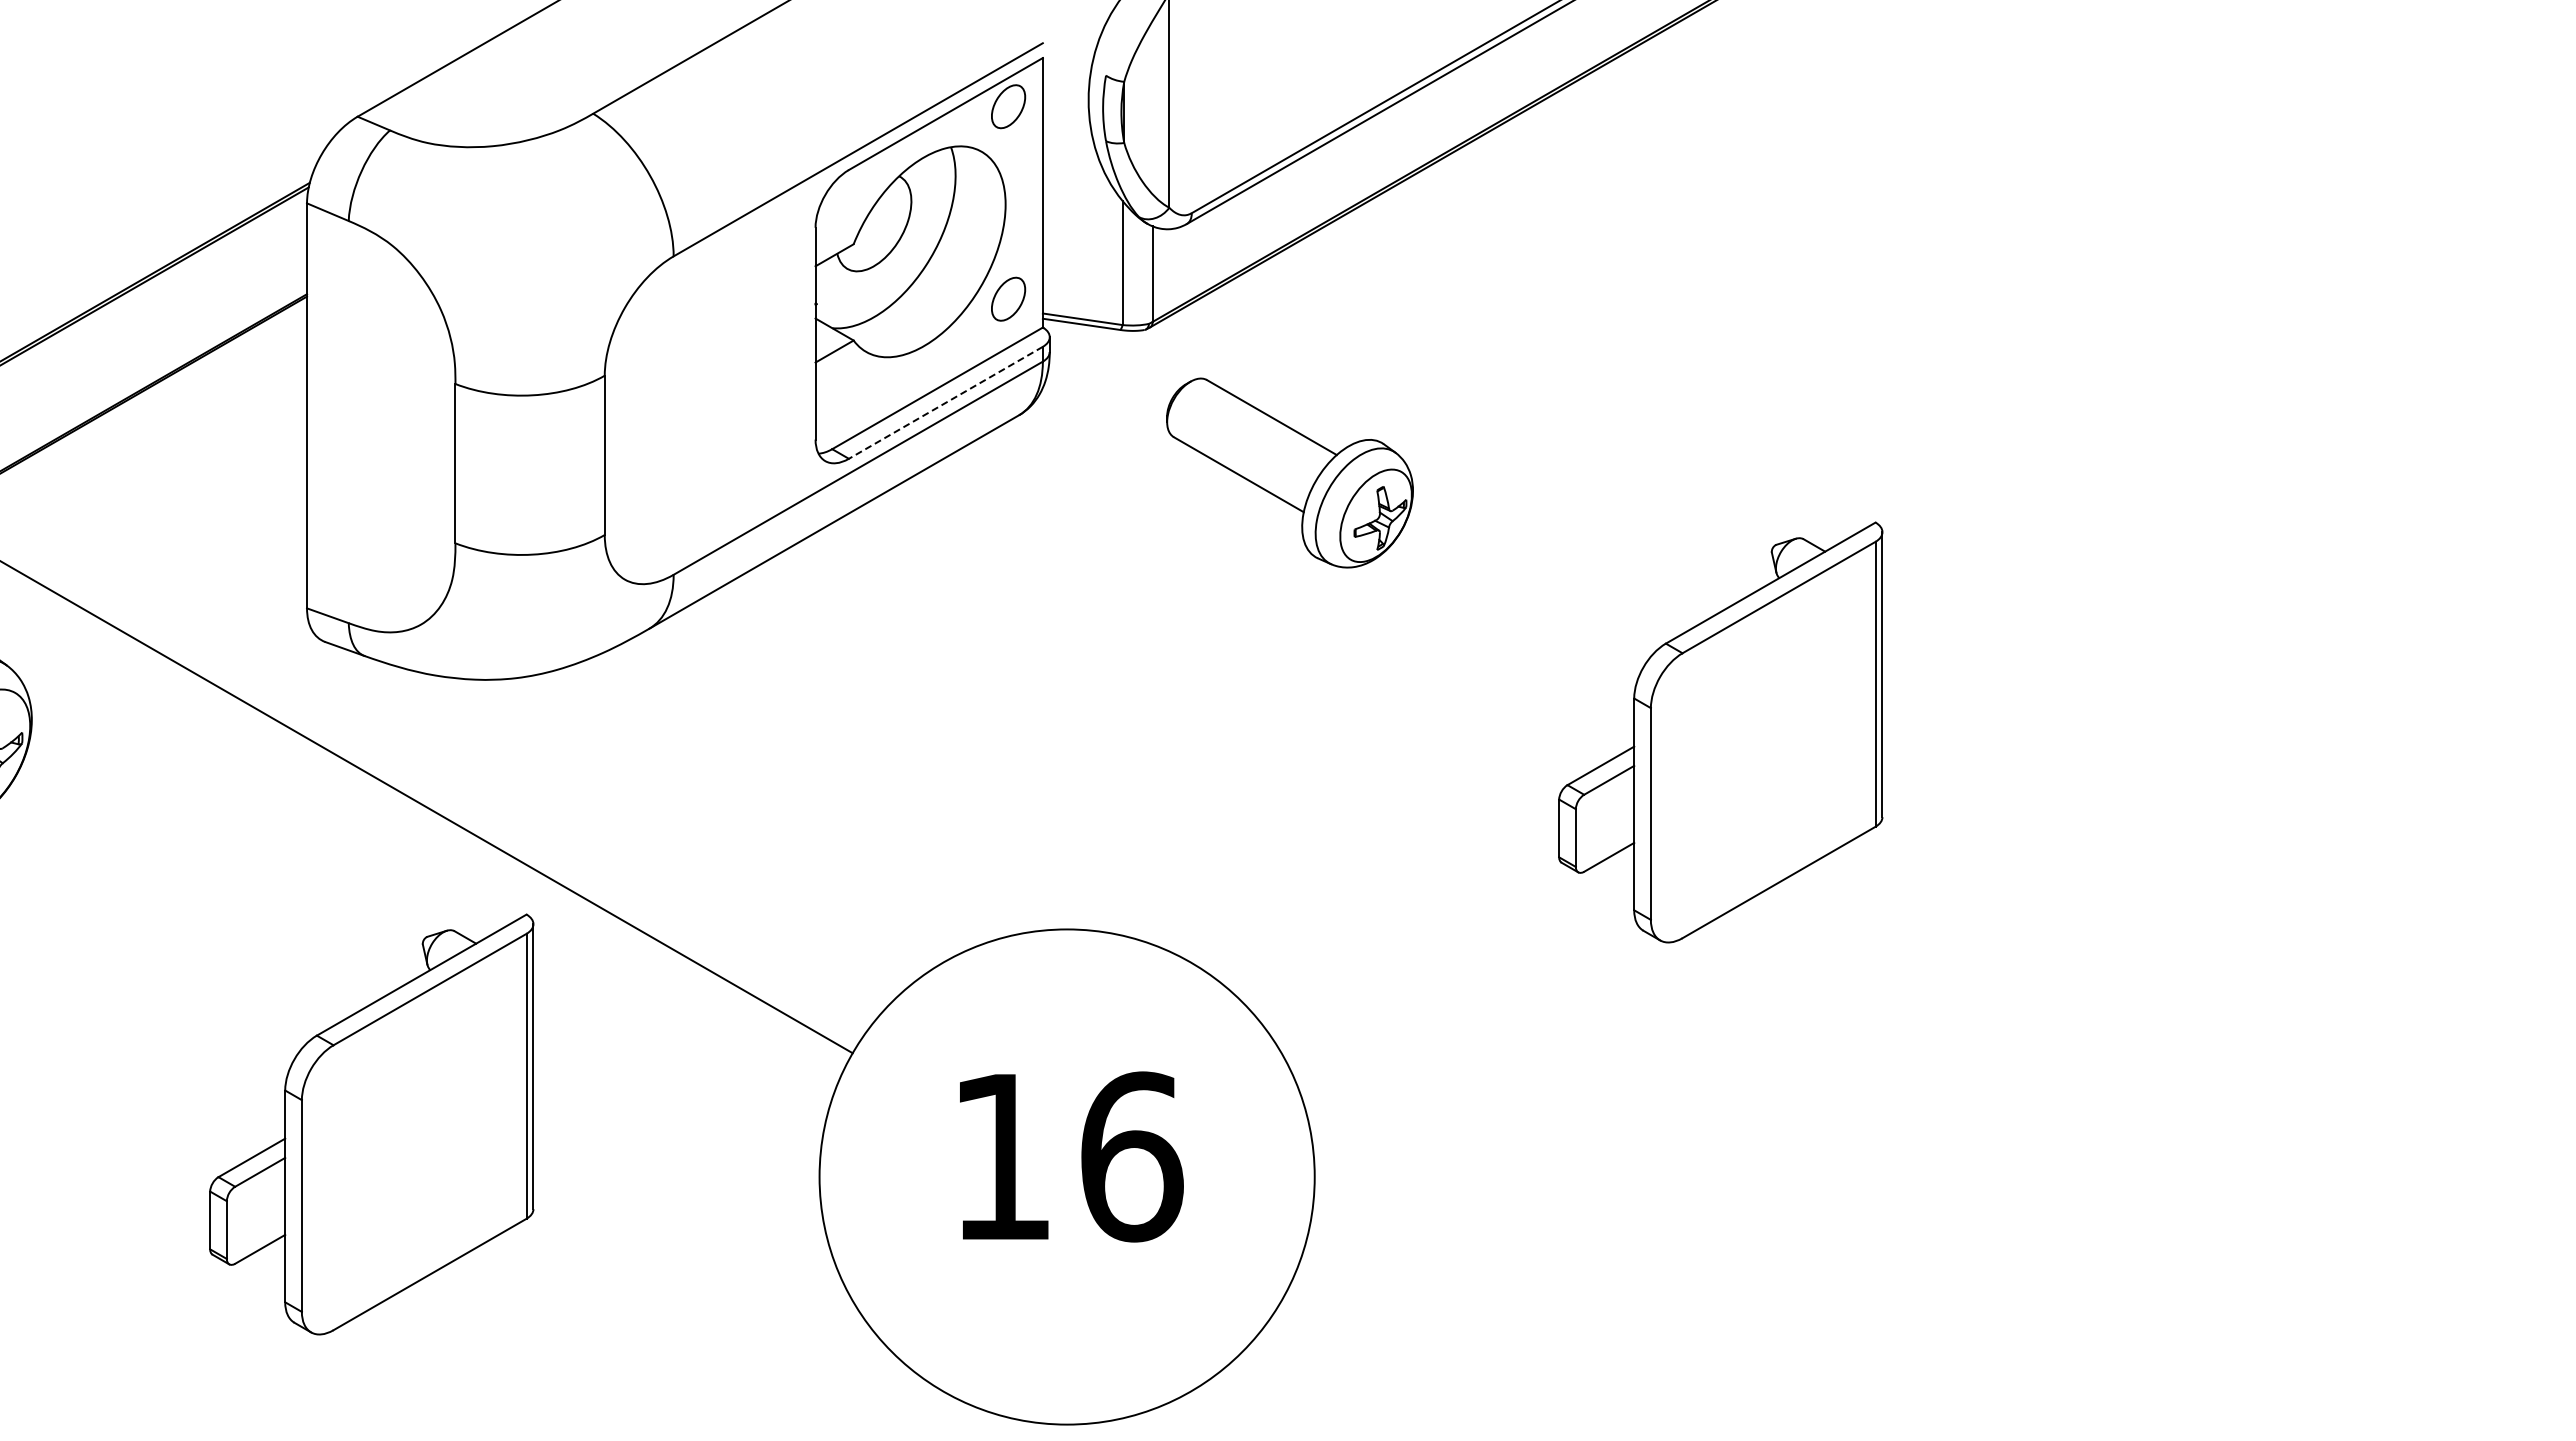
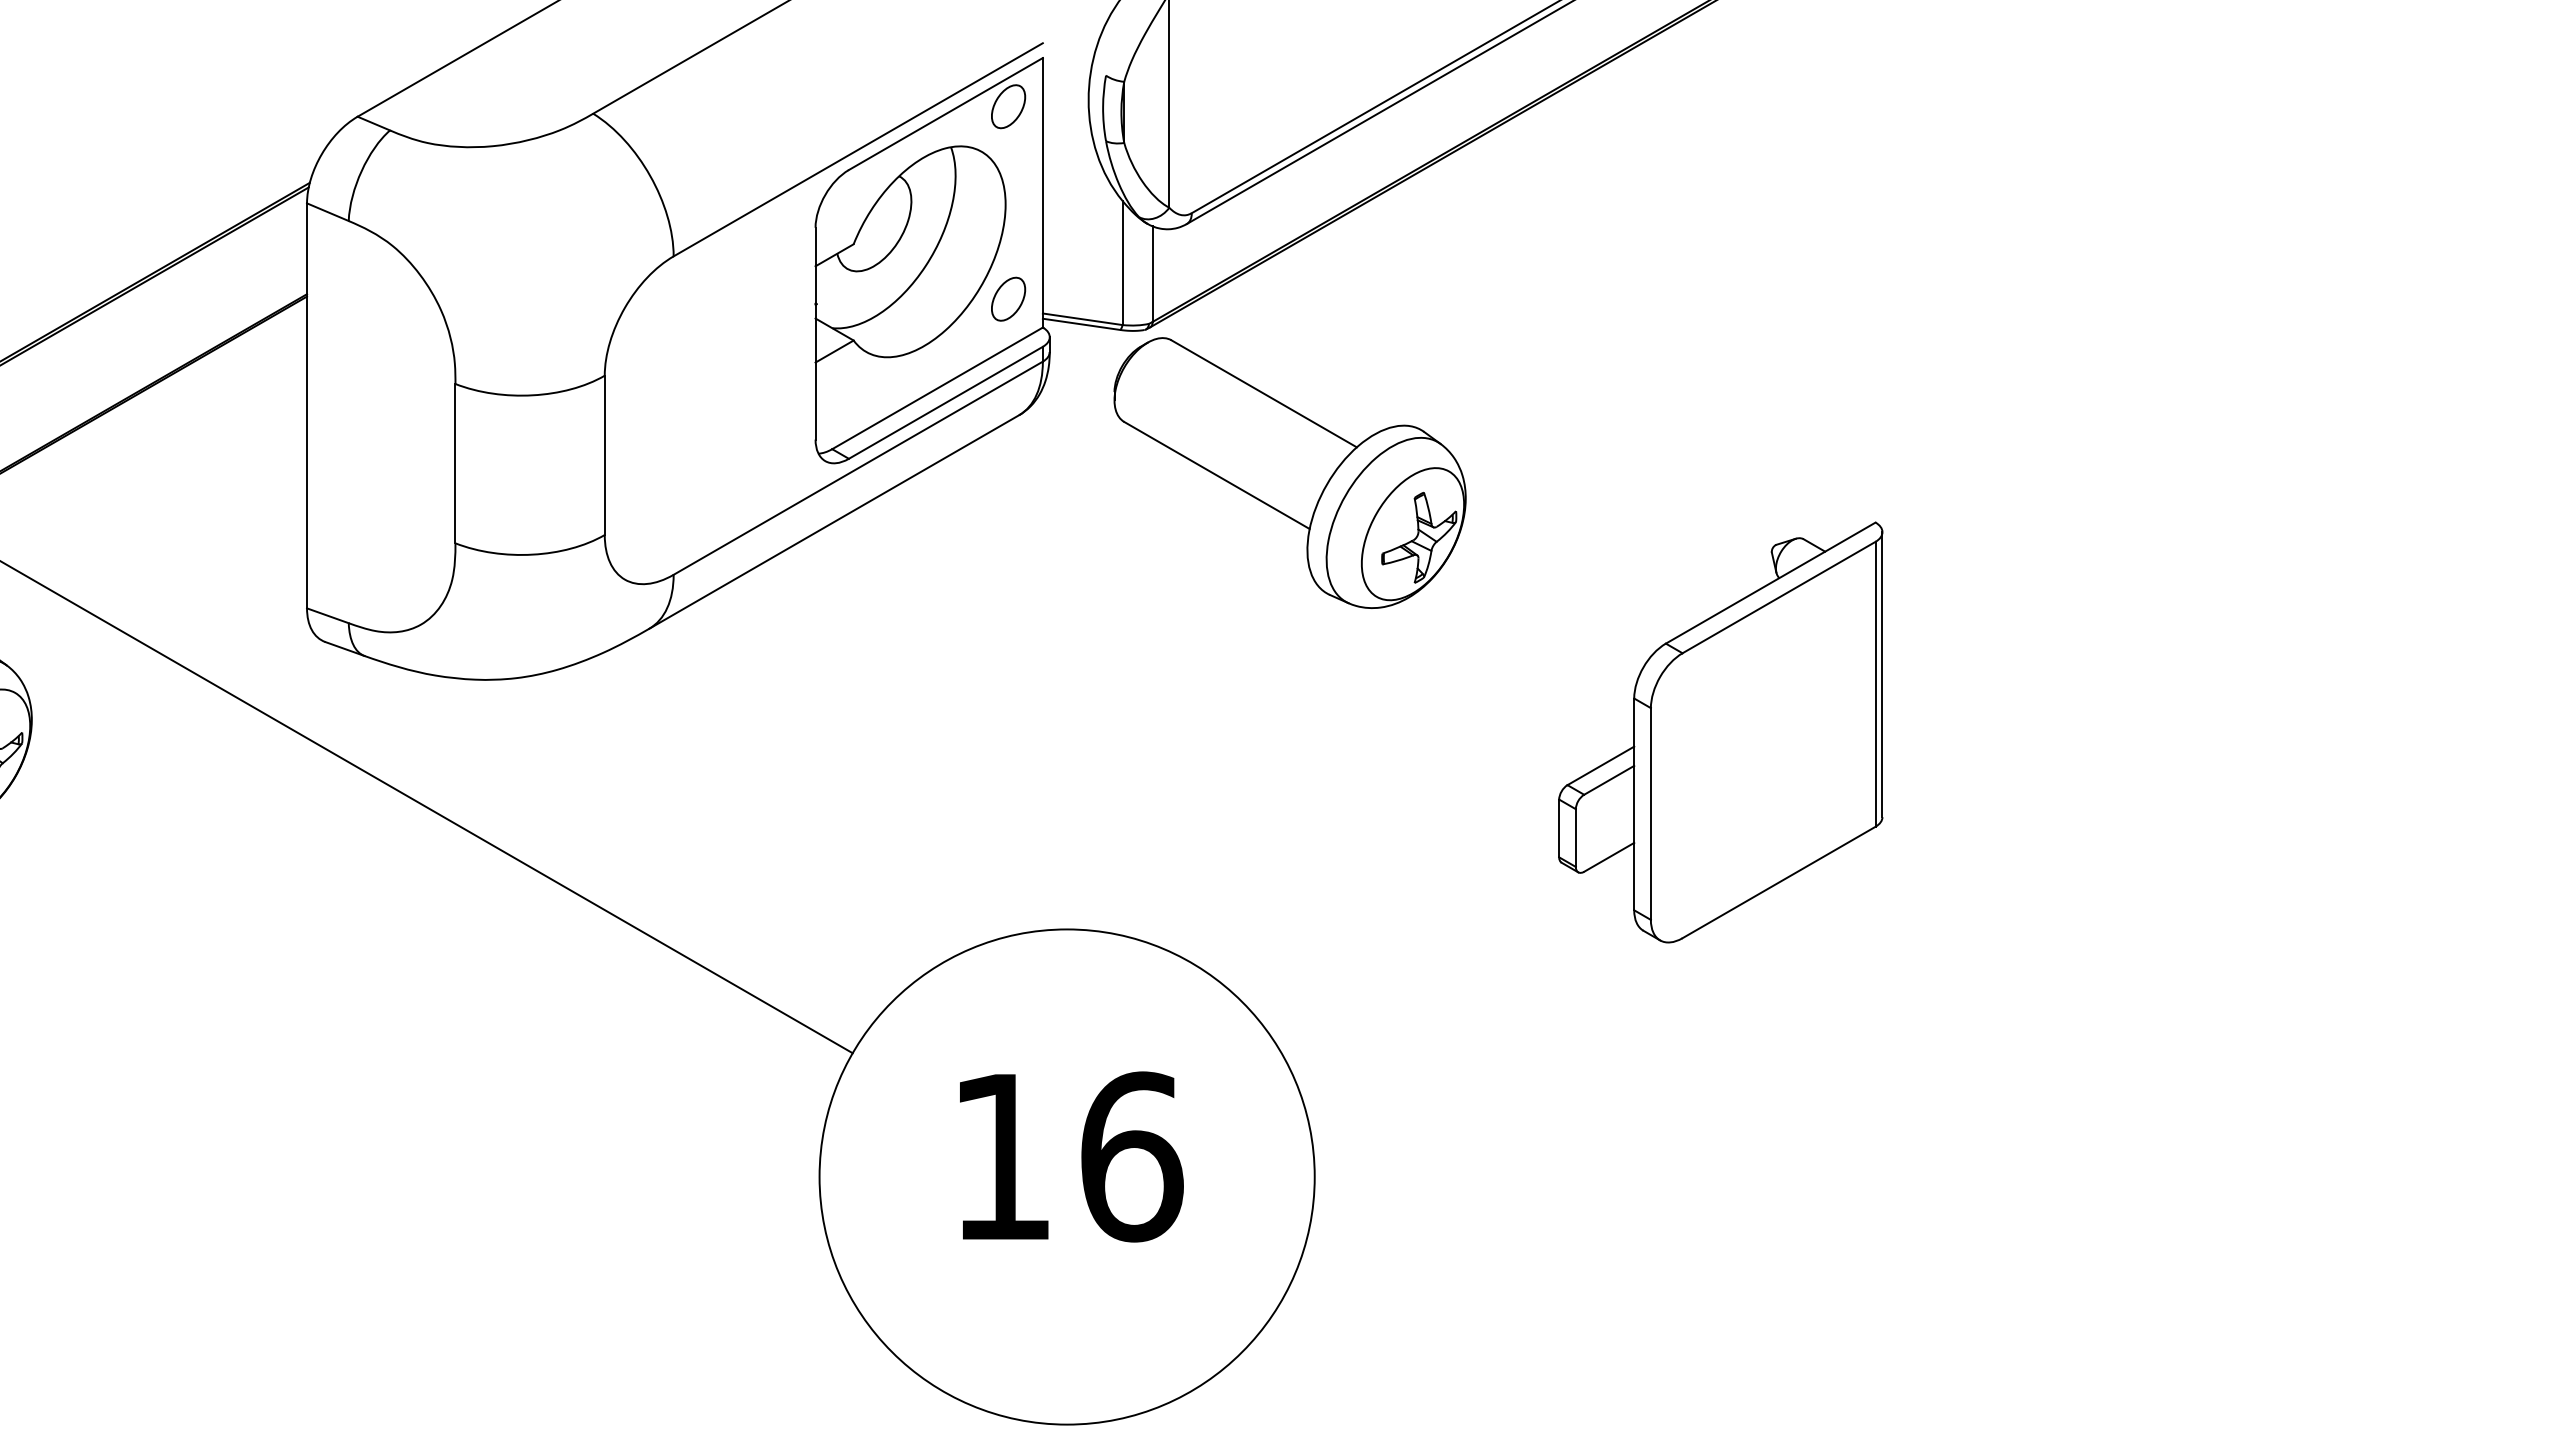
line at (945, 402): dashed -> solid
part at (1289, 472) size: 248x192 px -> 354x272 px
part at (371, 1124): present -> none
